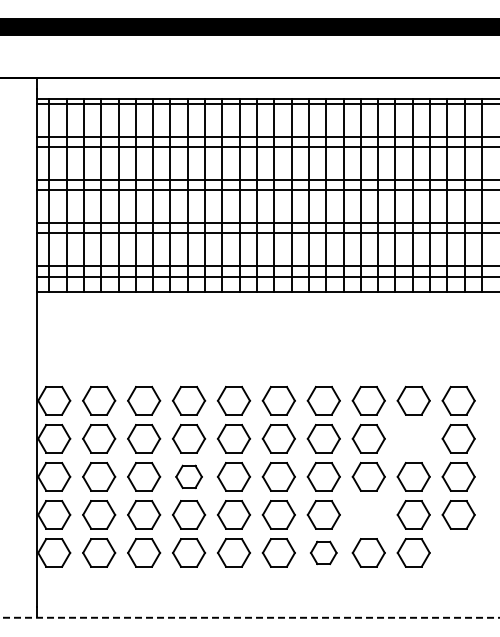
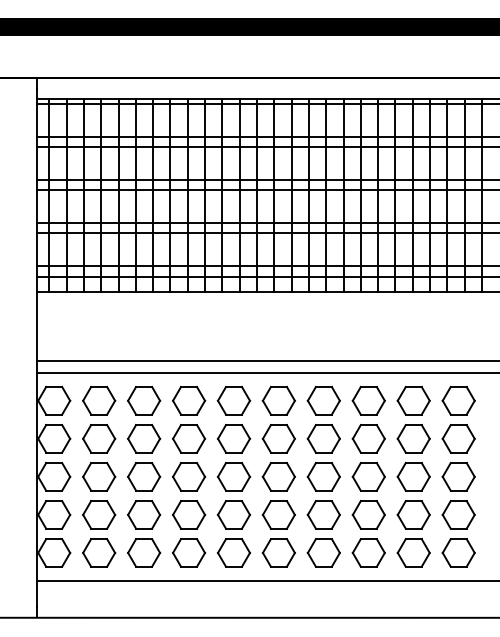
line at (266, 361): none -> present
line at (266, 373): none -> present
part at (413, 438): none -> present
part at (188, 476) size: 28x25 px -> 35x30 px
part at (368, 514): none -> present
part at (323, 552) size: 28x26 px -> 35x30 px
part at (458, 552): none -> present
line at (266, 580): none -> present
line at (249, 617): dashed -> solid
